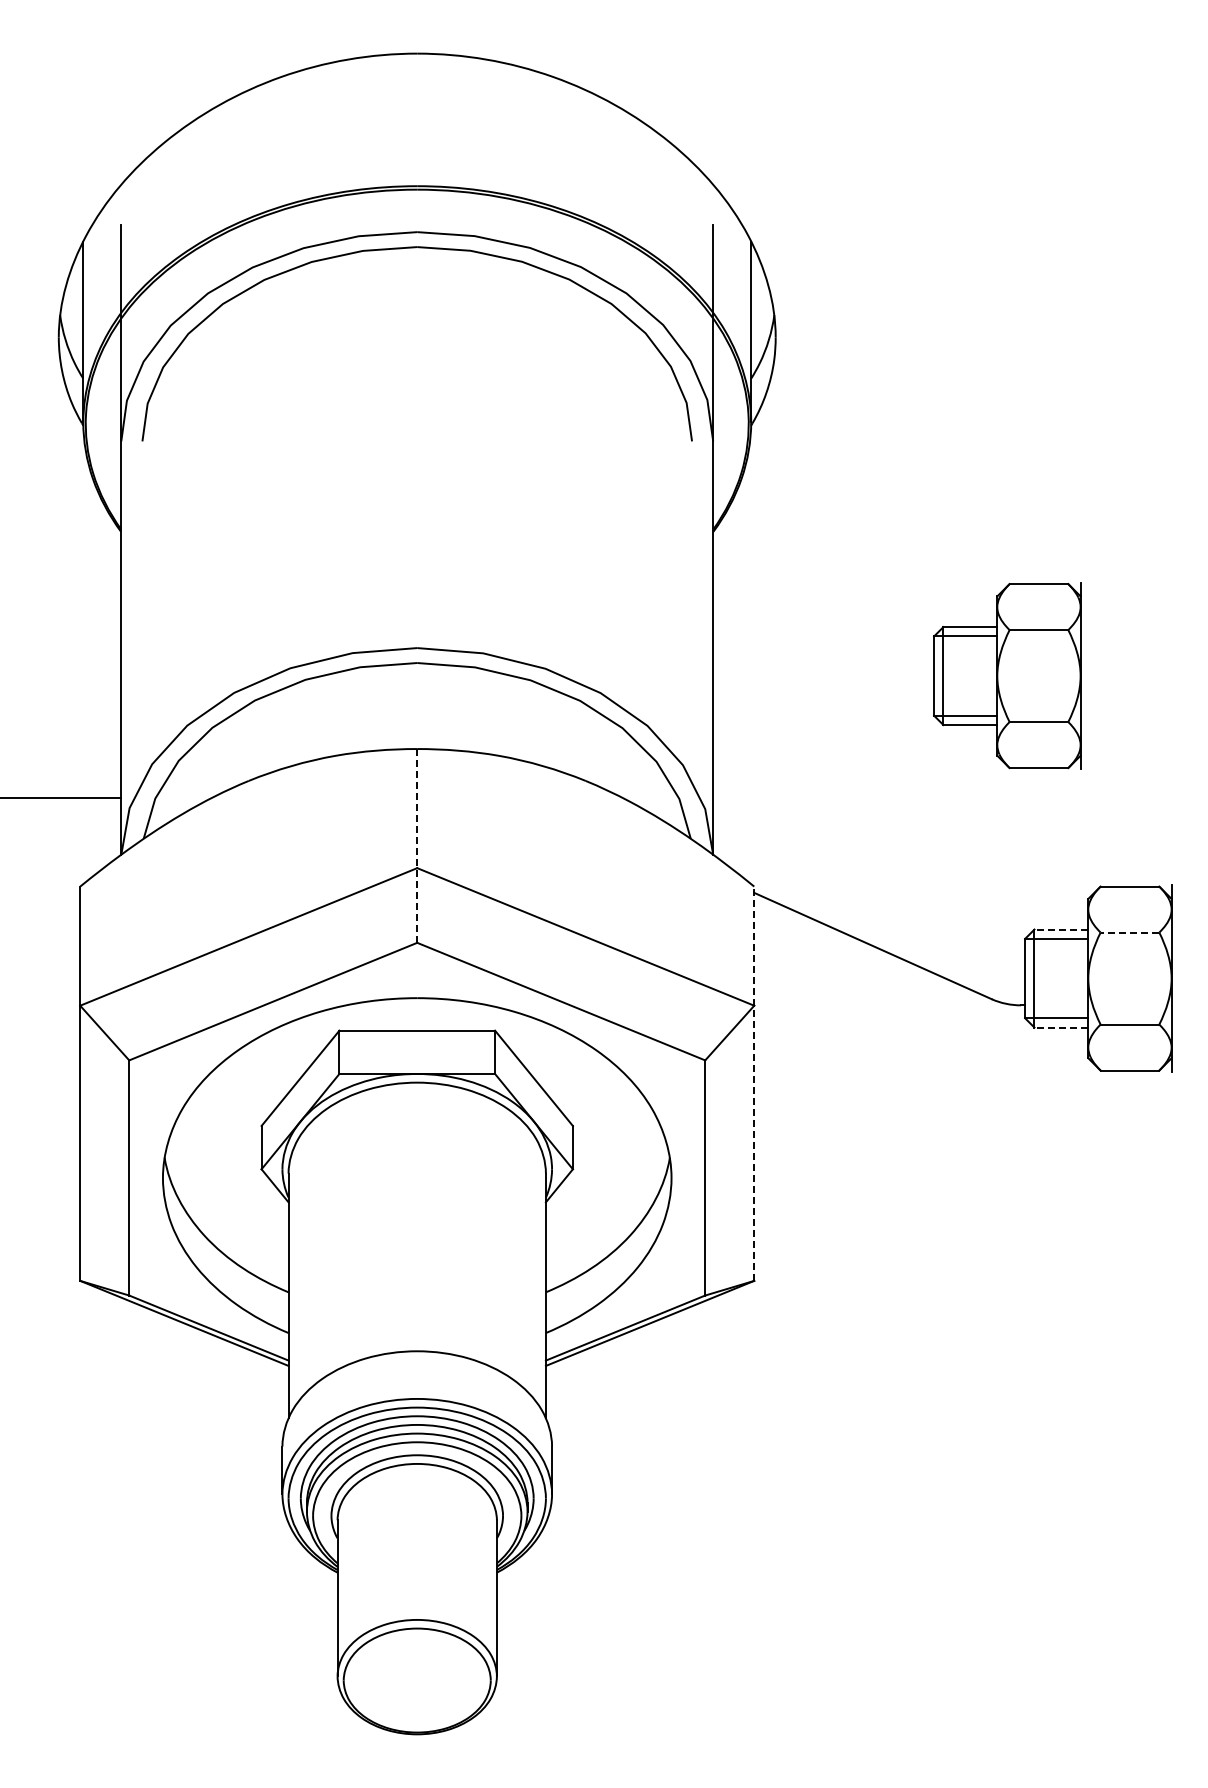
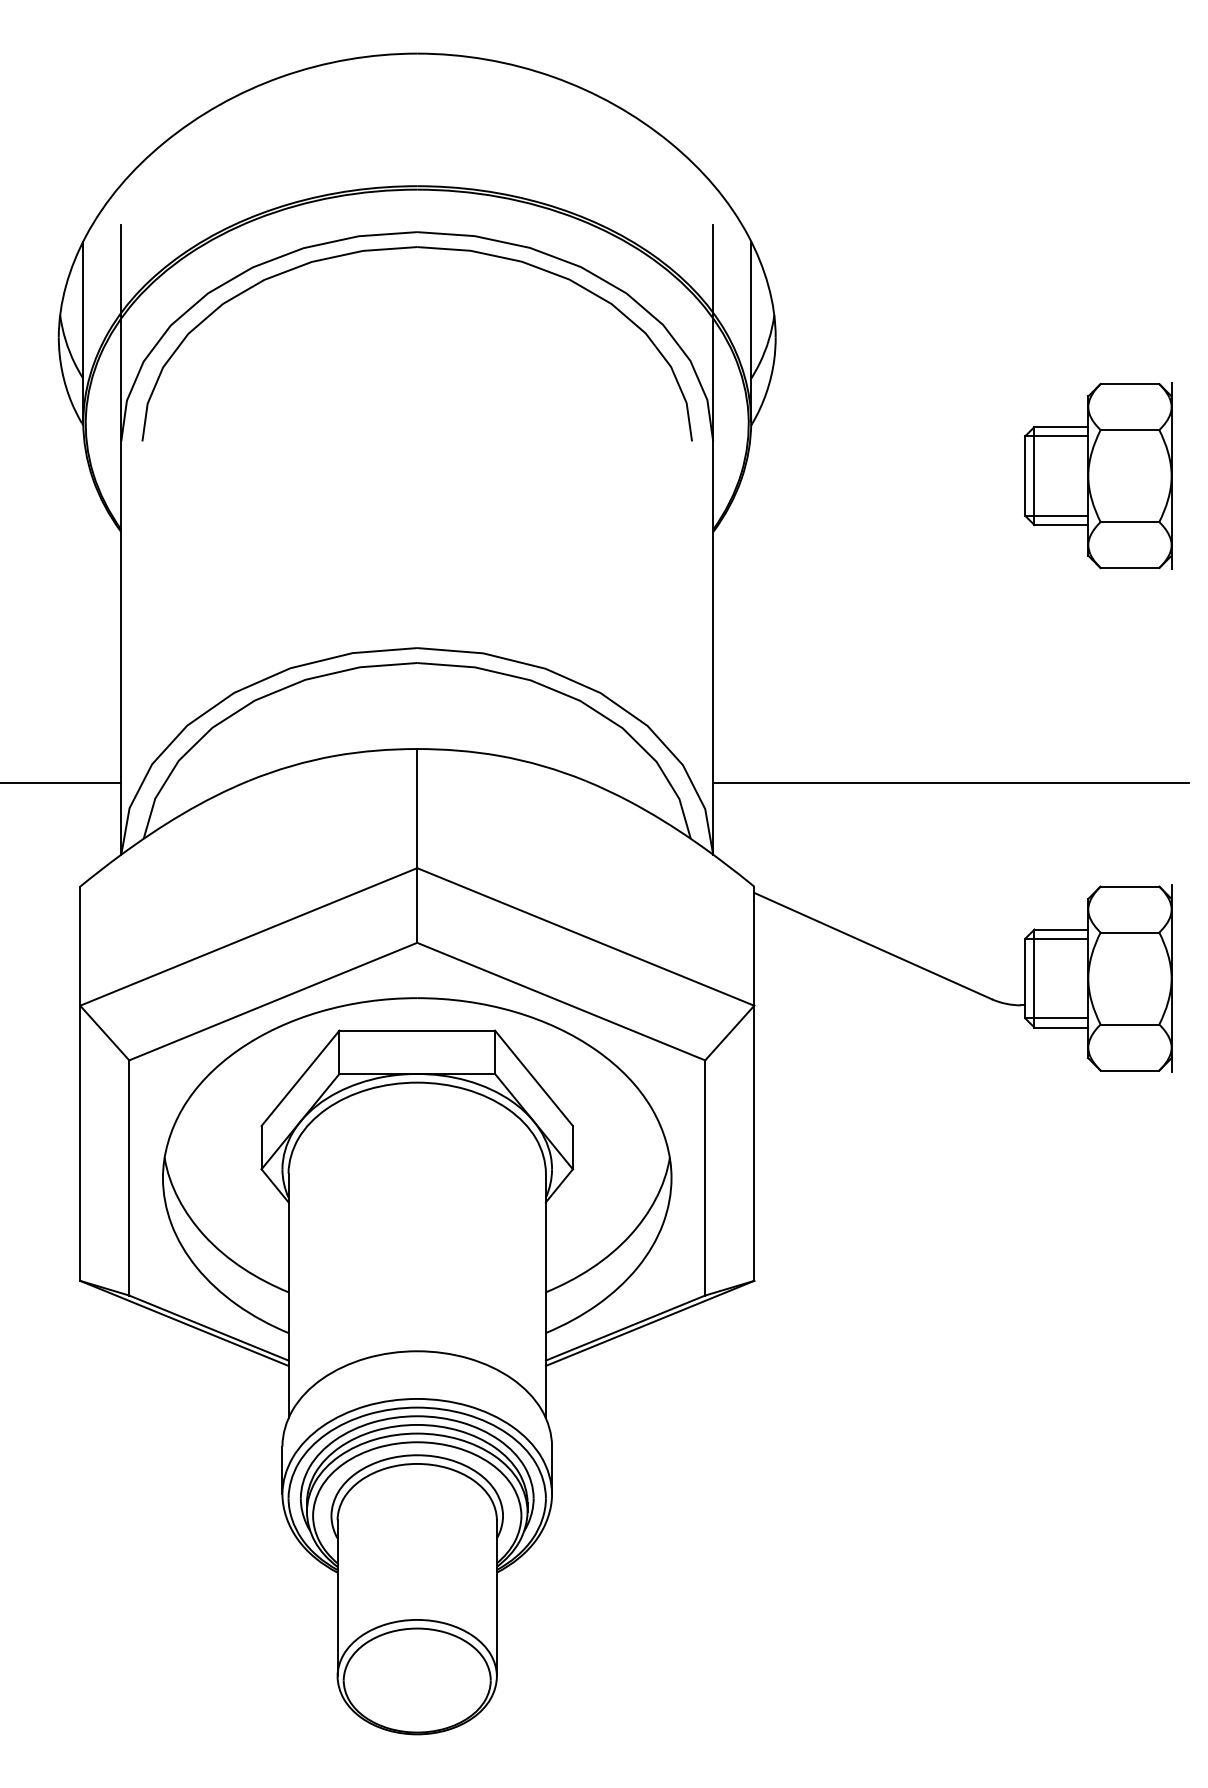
part at (1007, 675) position: (1007, 675) -> (1098, 475)
line at (951, 782): none -> present
line at (61, 797) position: (61, 797) -> (61, 782)
line at (417, 845): dashed -> solid
line at (1061, 929): dashed -> solid
line at (1129, 932): dashed -> solid
line at (1061, 1027): dashed -> solid
line at (754, 1083): dashed -> solid
